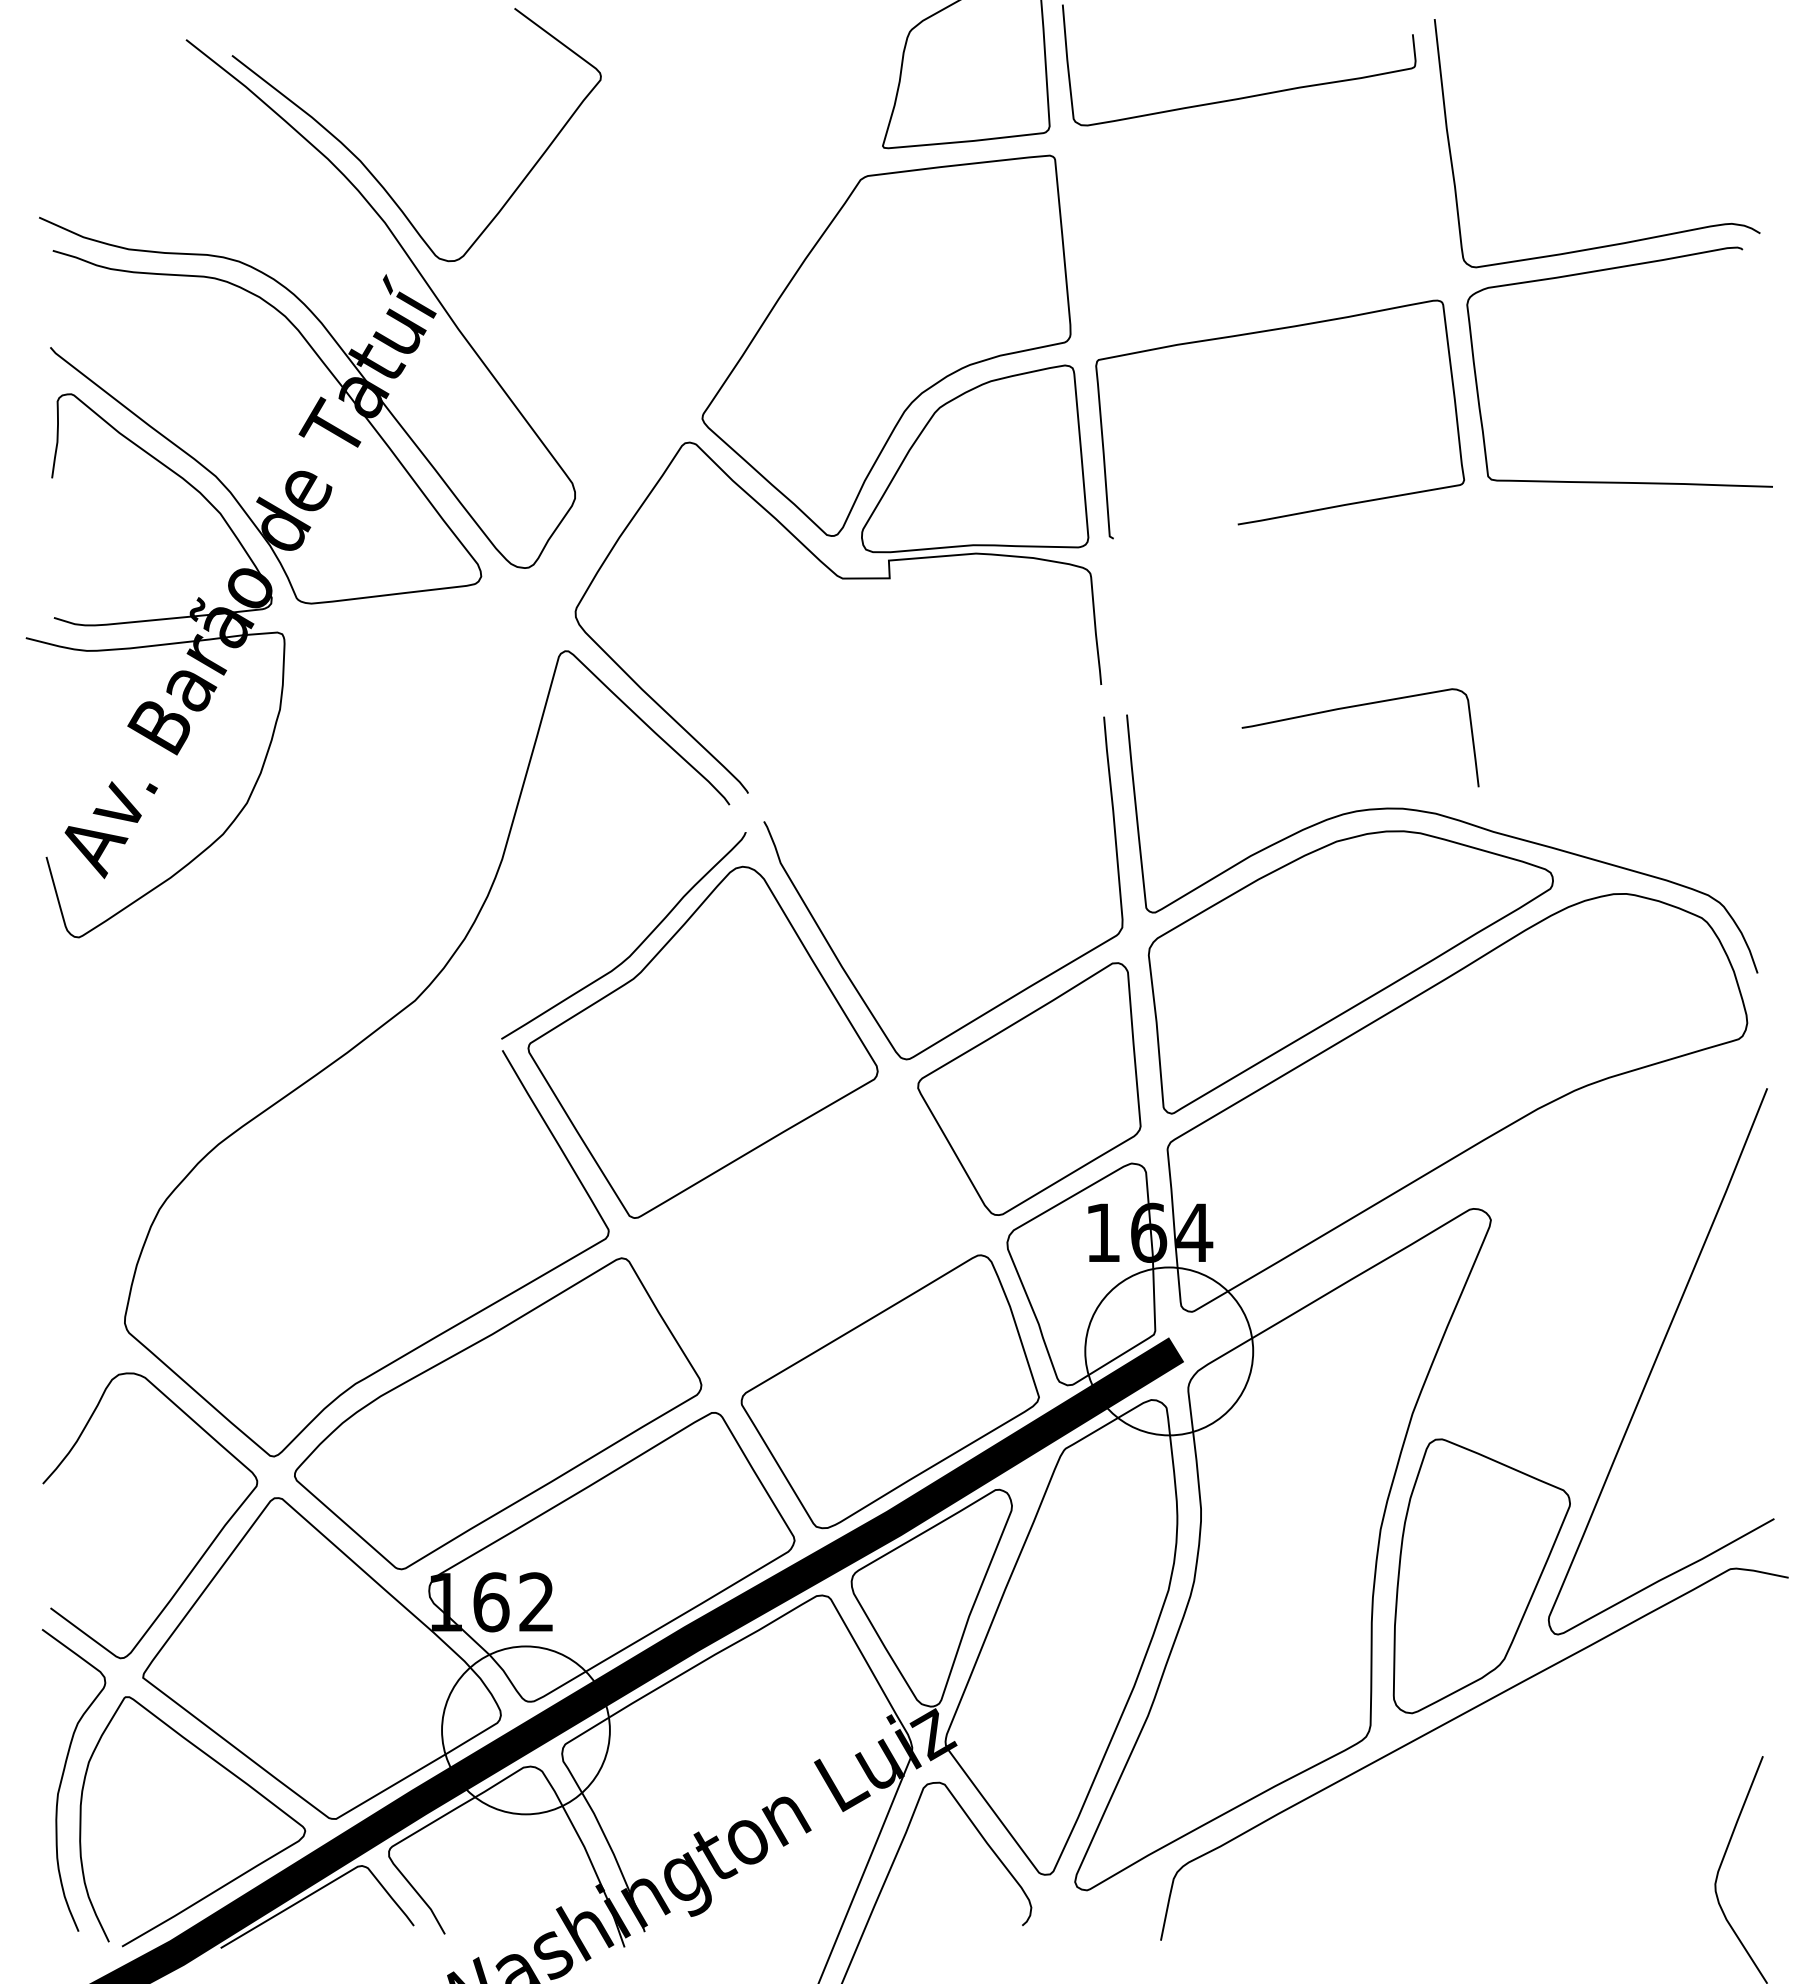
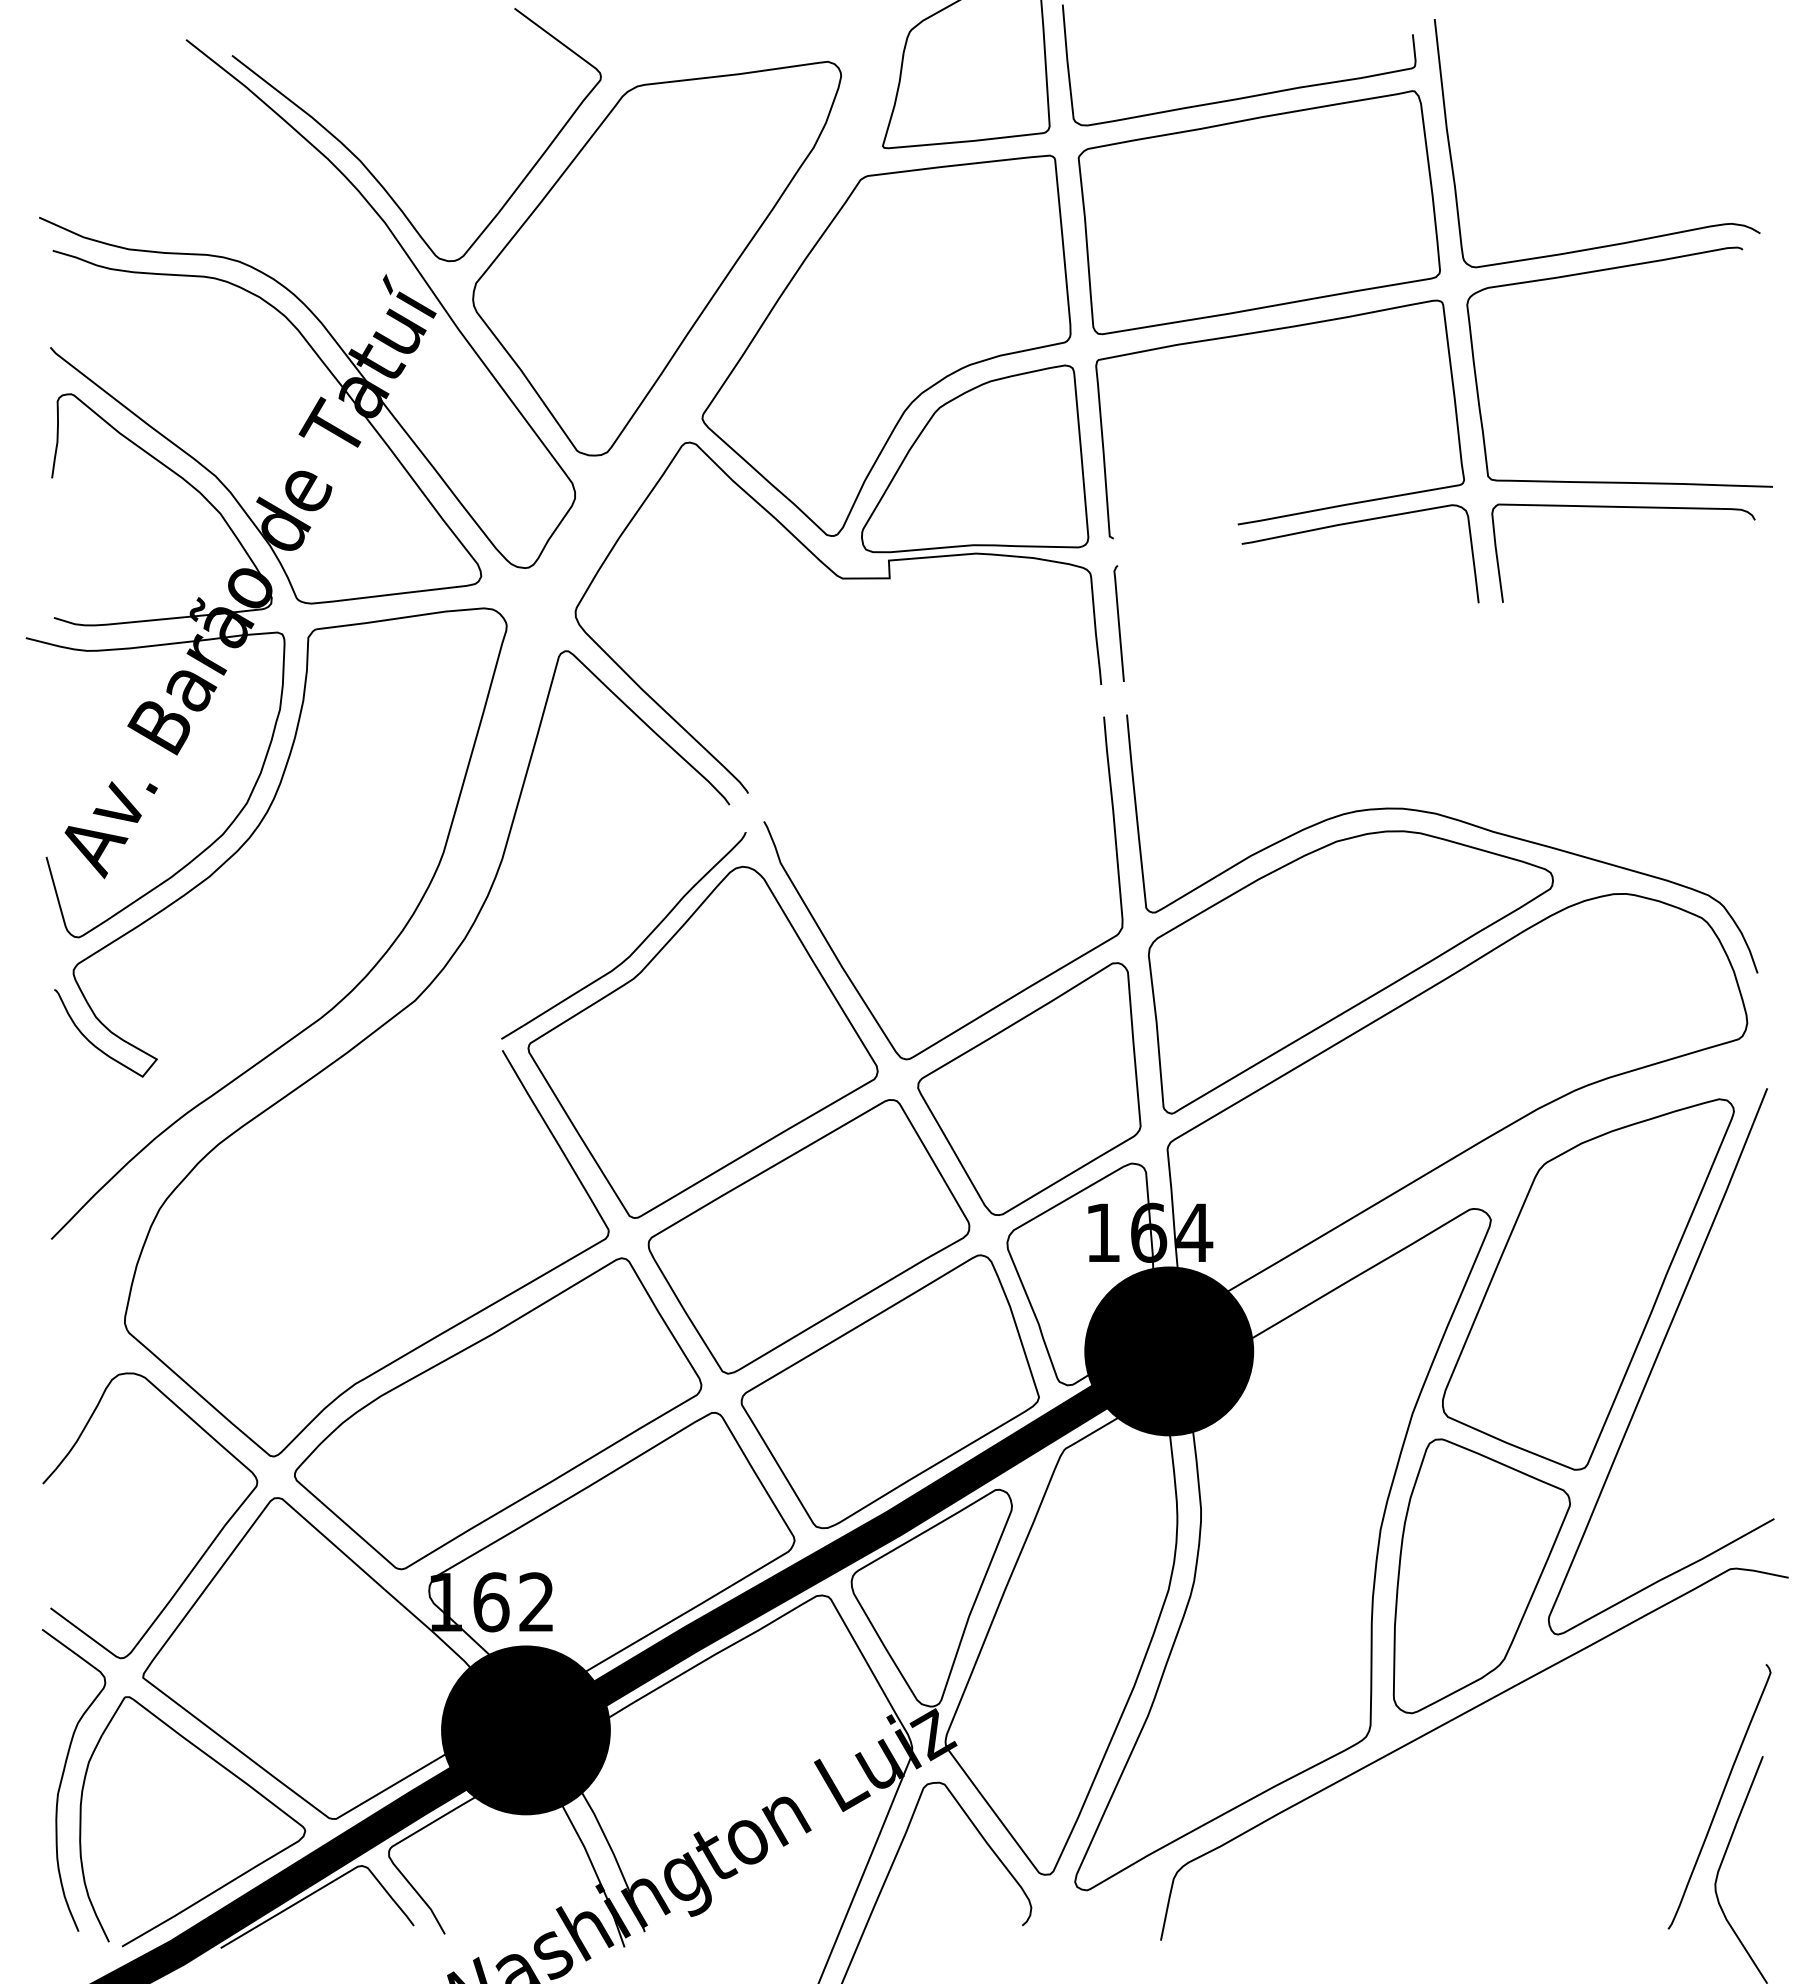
part at (1258, 212): none -> present
part at (656, 258): none -> present
curve at (1631, 508): none -> present
curve at (1118, 623): none -> present
curve at (1354, 707) position: (1354, 707) -> (1354, 523)
curve at (222, 866): none -> present
part at (808, 1236): none -> present
part at (1588, 1284): none -> present
fill at (1169, 1351): none -> present
fill at (525, 1730): none -> present
curve at (1720, 1796): none -> present
